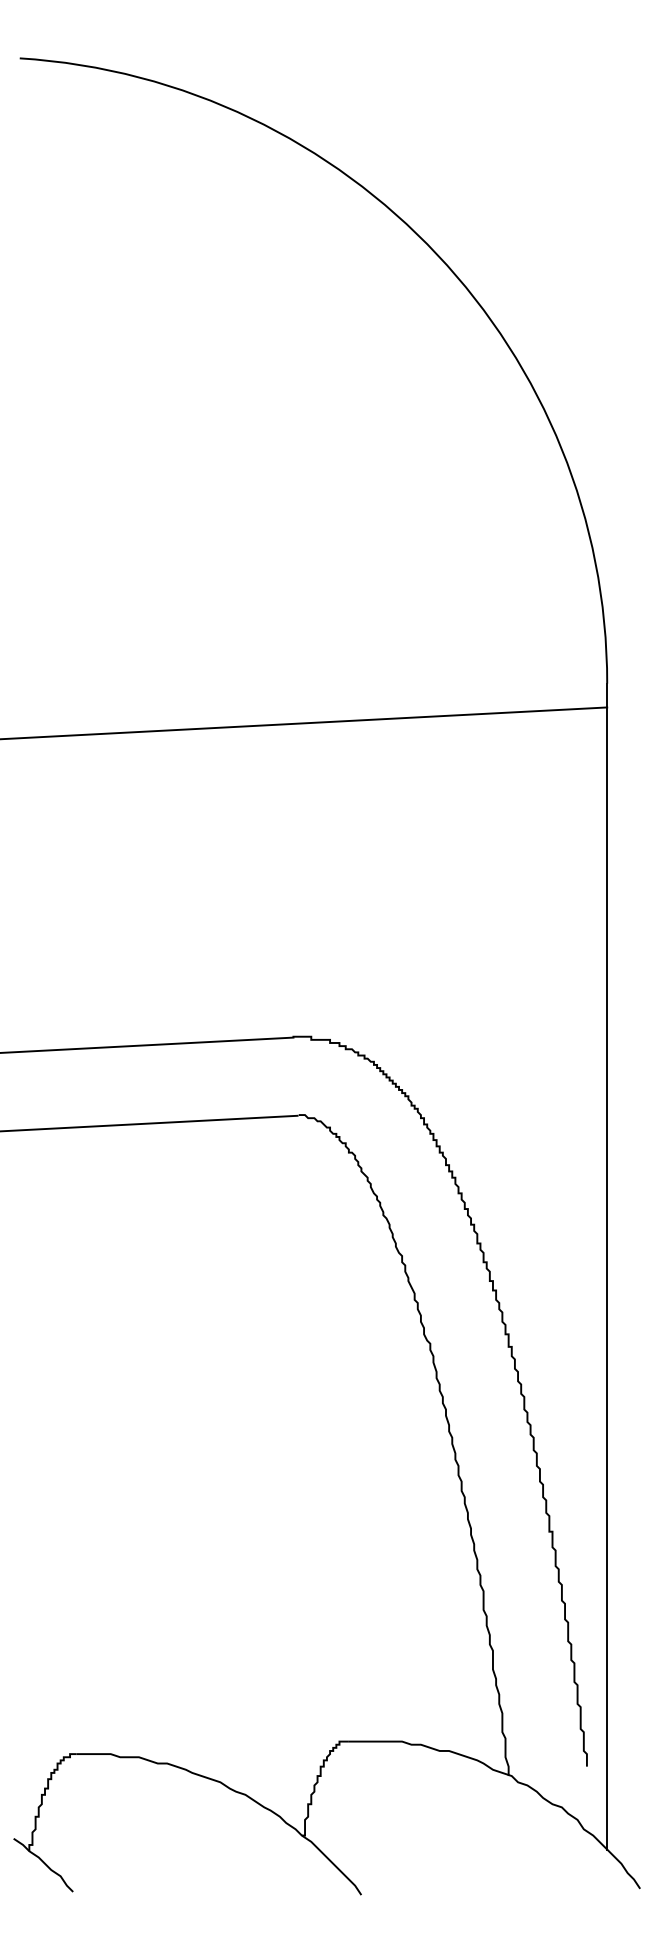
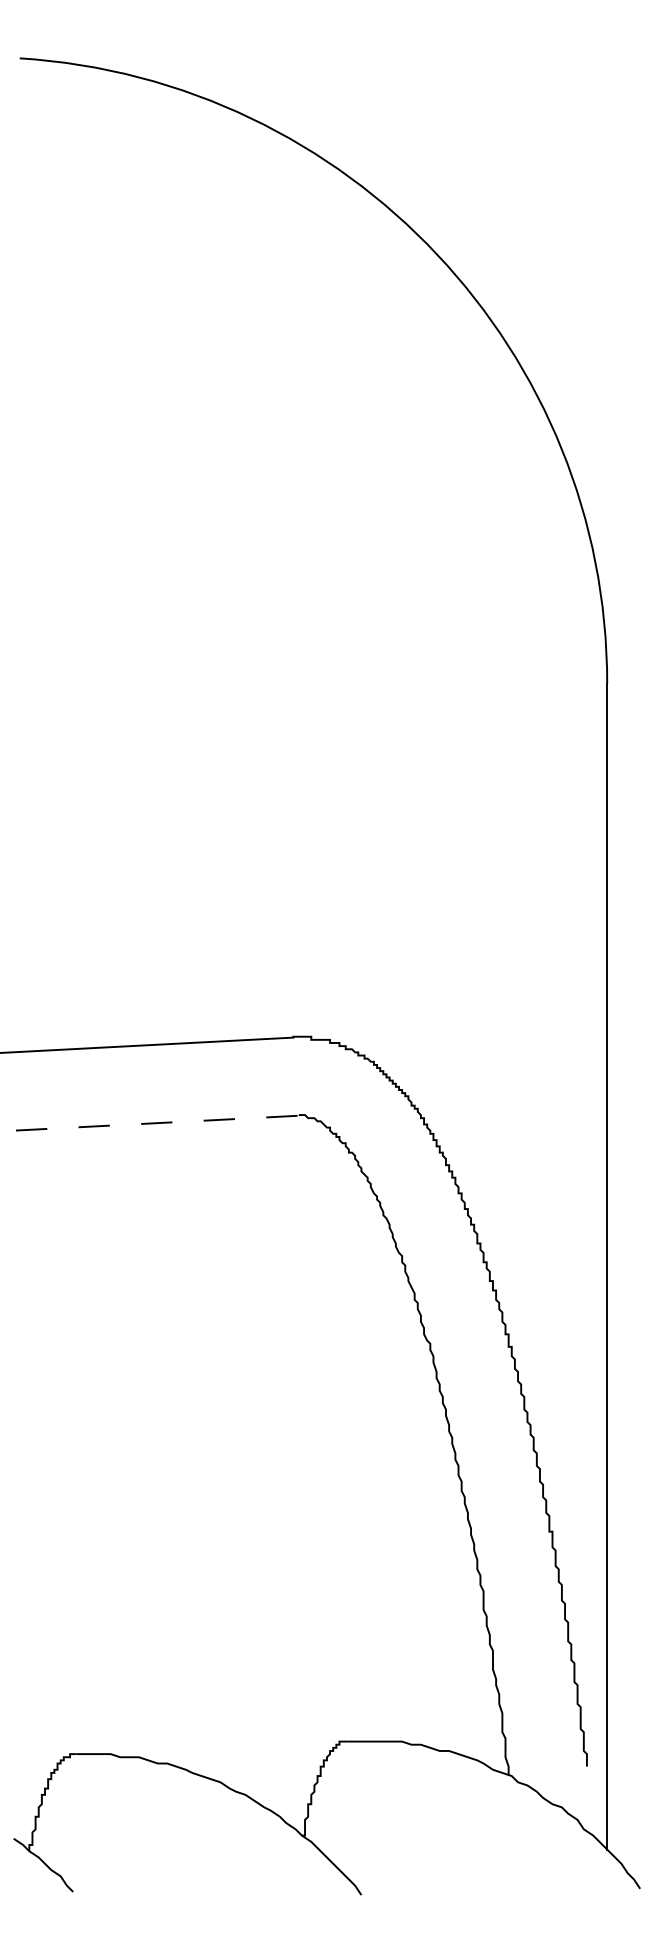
line at (304, 723): present -> none
line at (148, 1123): solid -> dashed
